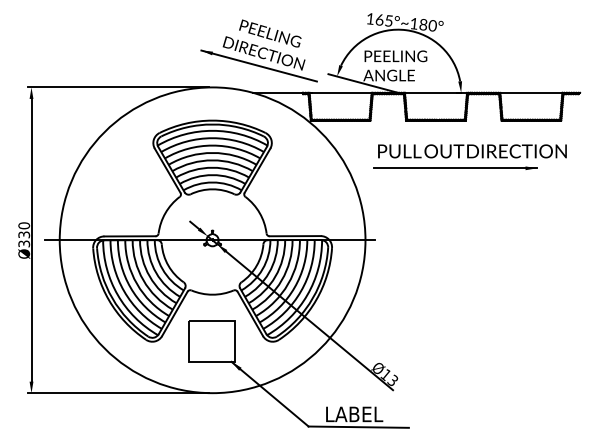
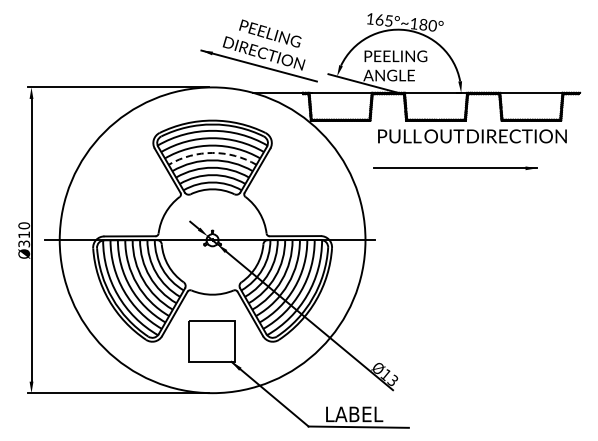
text at (472, 151) position: (472, 151) -> (472, 136)
arc at (212, 152): solid -> dashed
text at (24, 234): Ø330 -> Ø310
